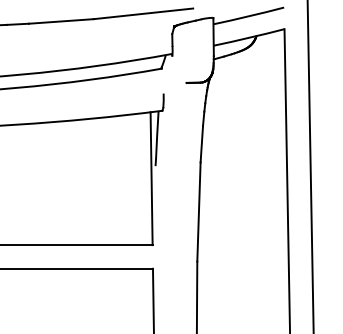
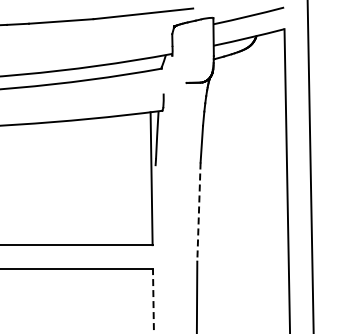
line at (198, 212): solid -> dashed
line at (153, 300): solid -> dashed
